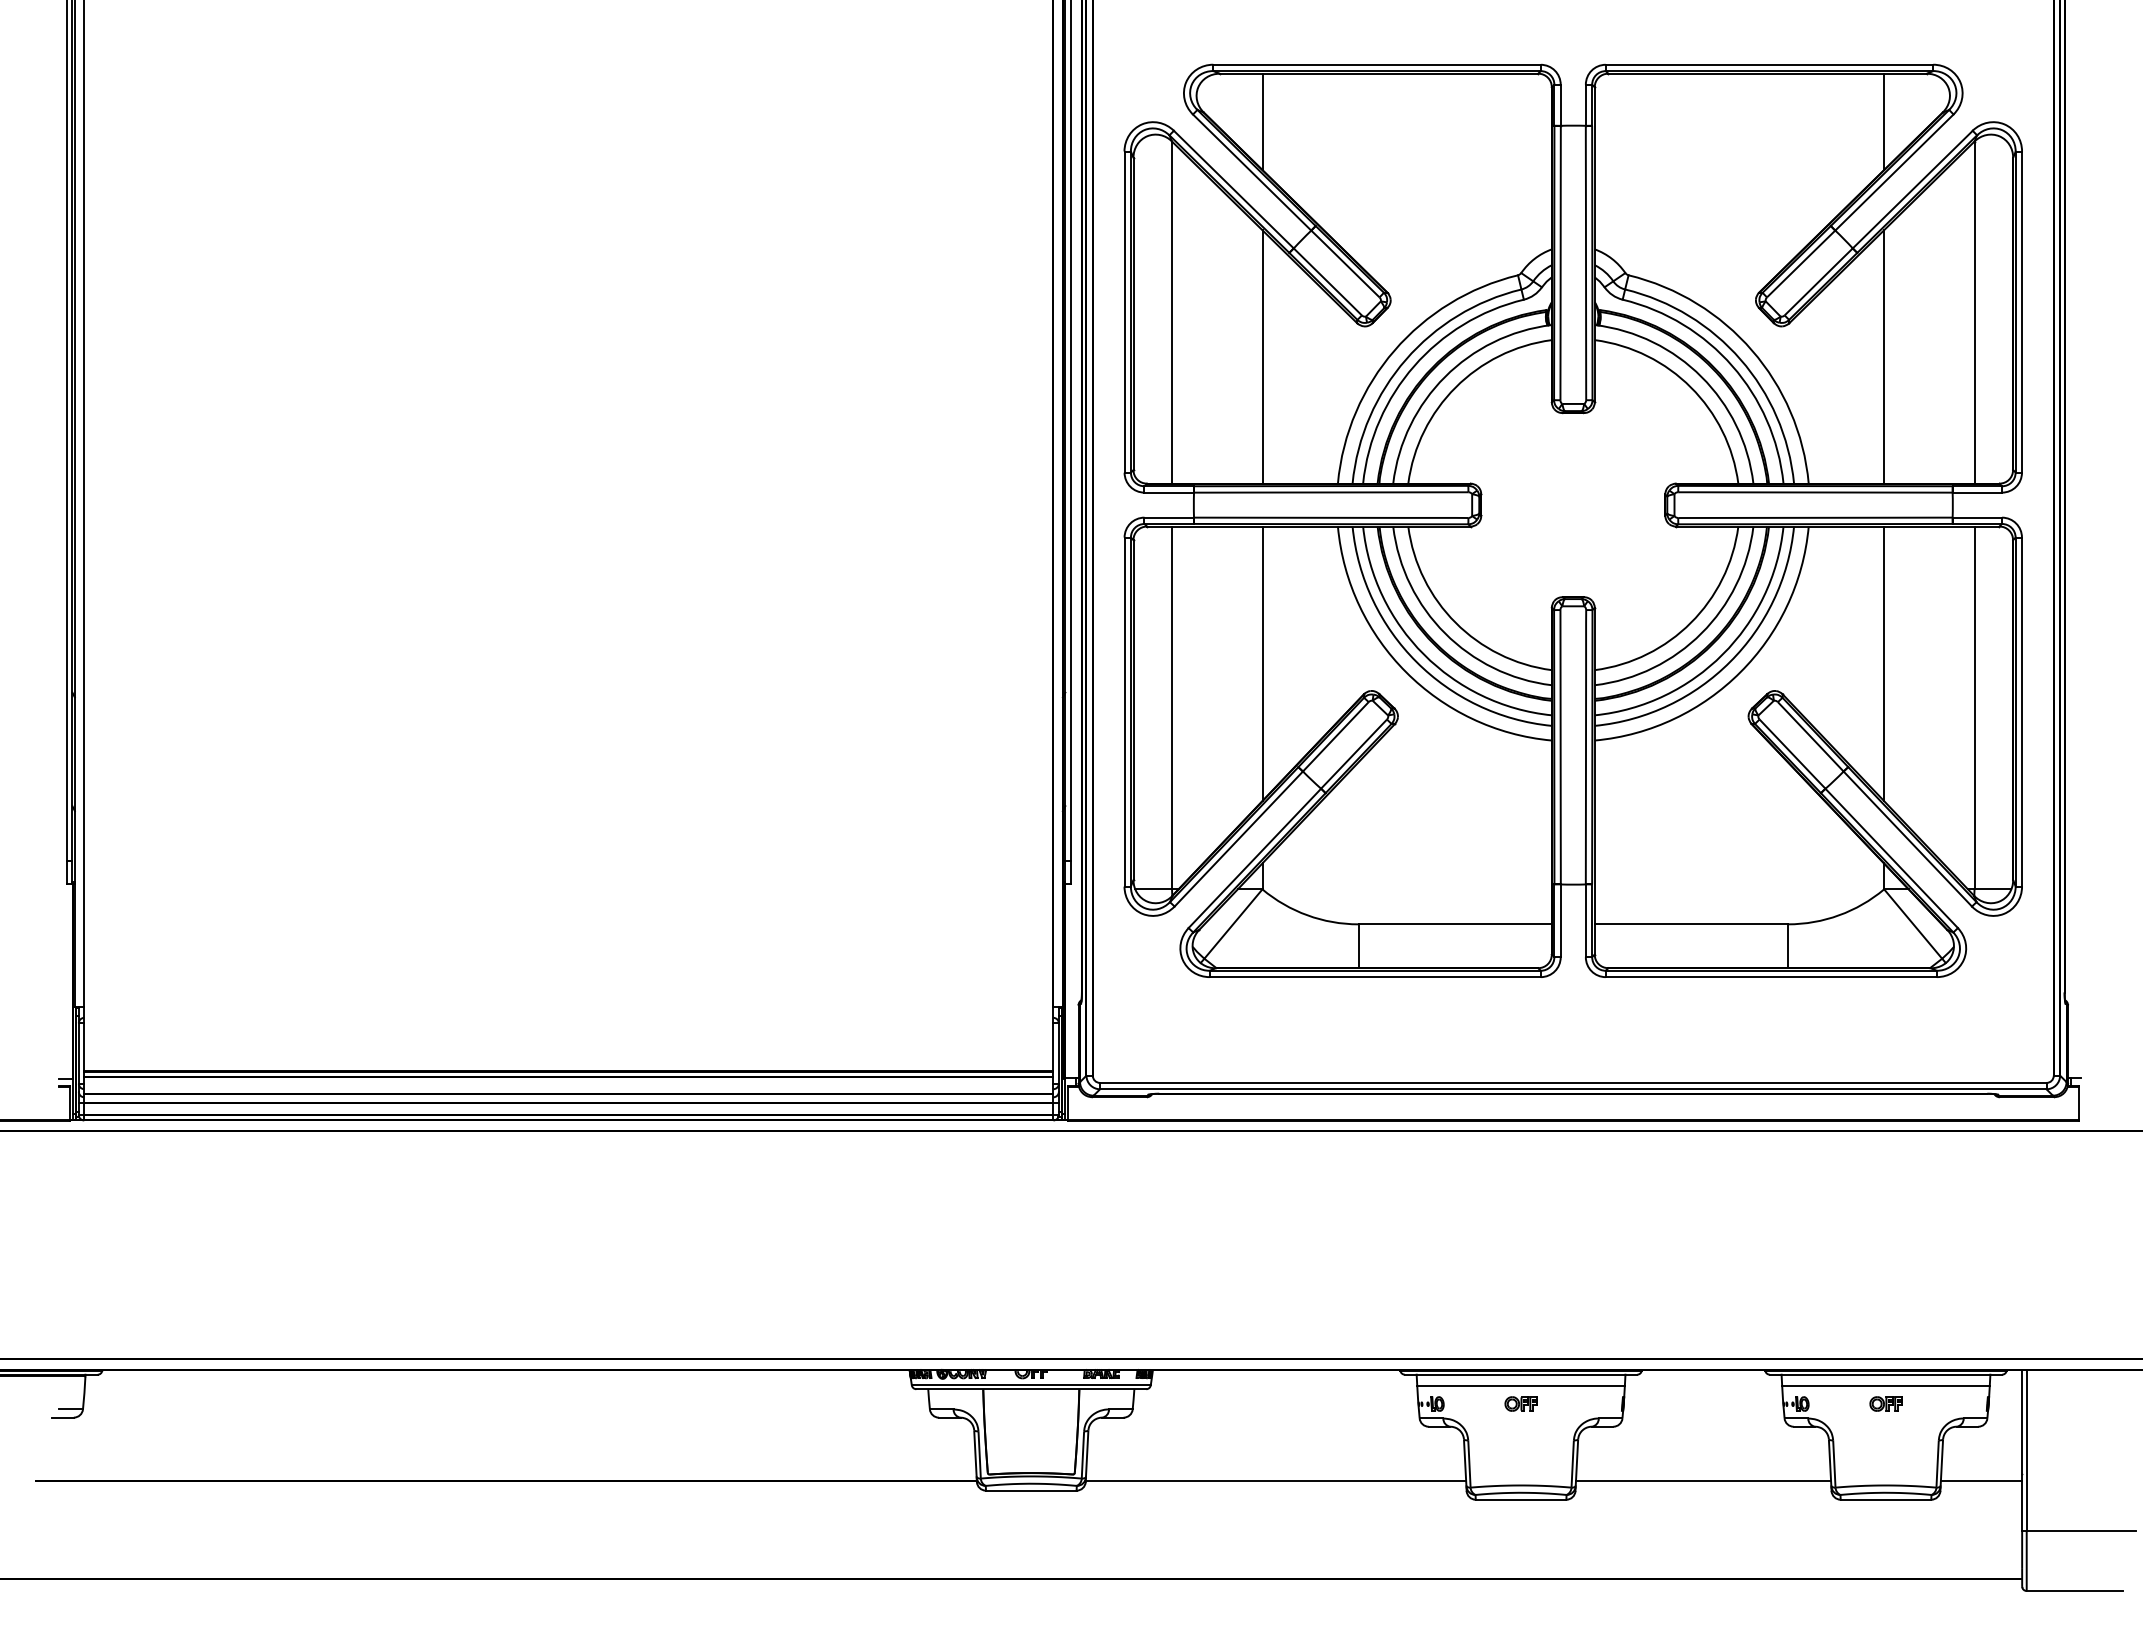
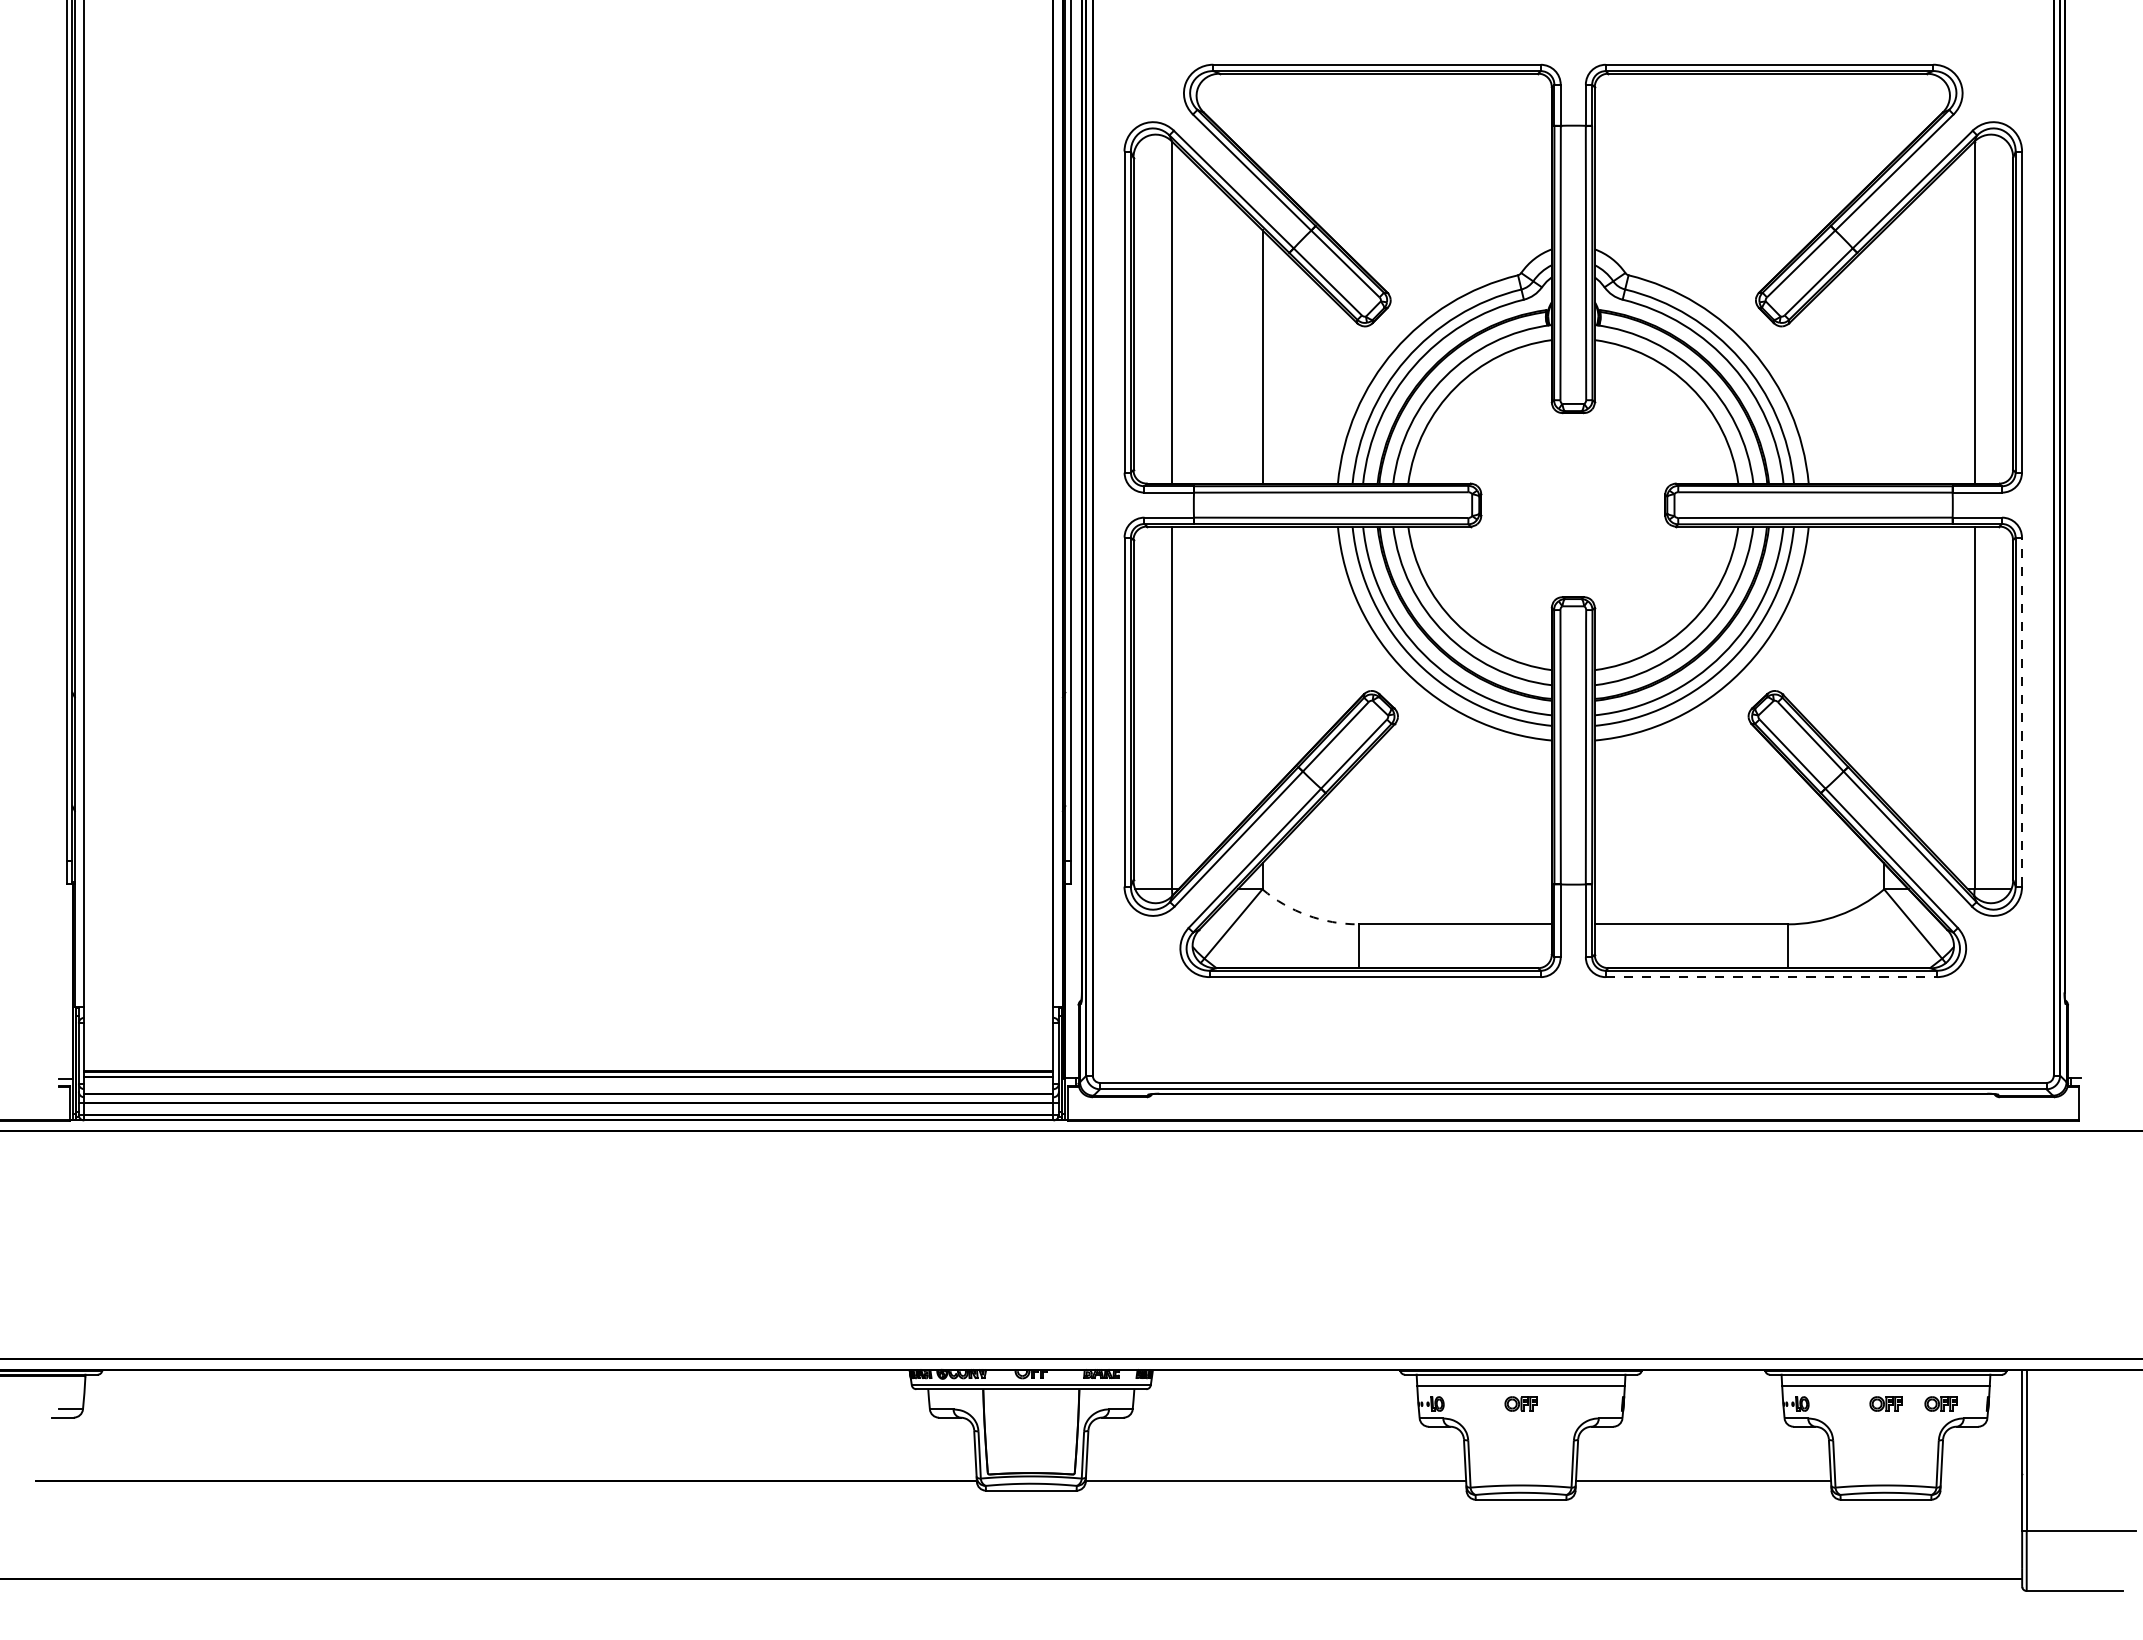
line at (1262, 121): present -> none
line at (1884, 121): present -> none
line at (1884, 356): present -> none
line at (1262, 663): present -> none
line at (1884, 663): present -> none
line at (2022, 712): solid -> dashed
arc at (1307, 915): solid -> dashed
line at (1771, 977): solid -> dashed
part at (1940, 1403): none -> present
line at (1981, 1480): present -> none
